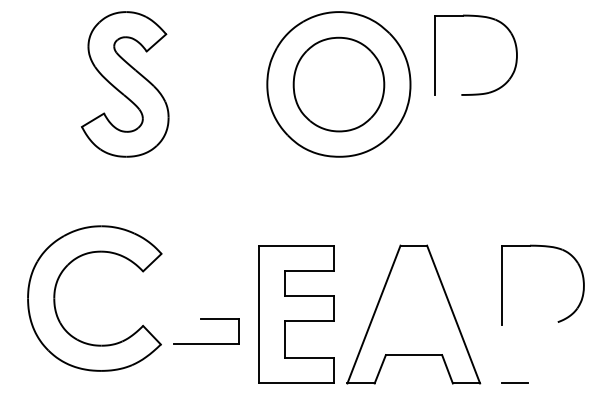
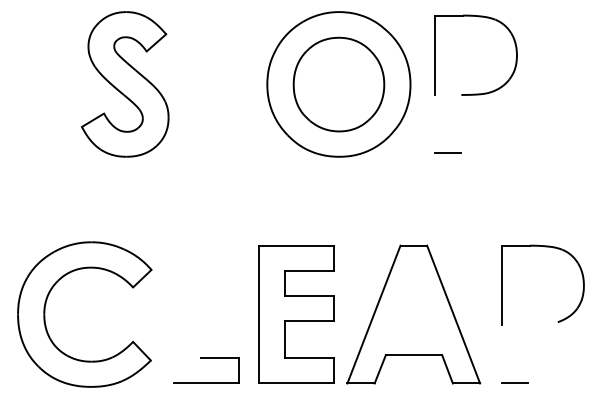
line at (447, 152): none -> present
part at (55, 298) position: (55, 298) -> (45, 314)
part at (206, 319) position: (206, 319) -> (206, 358)
